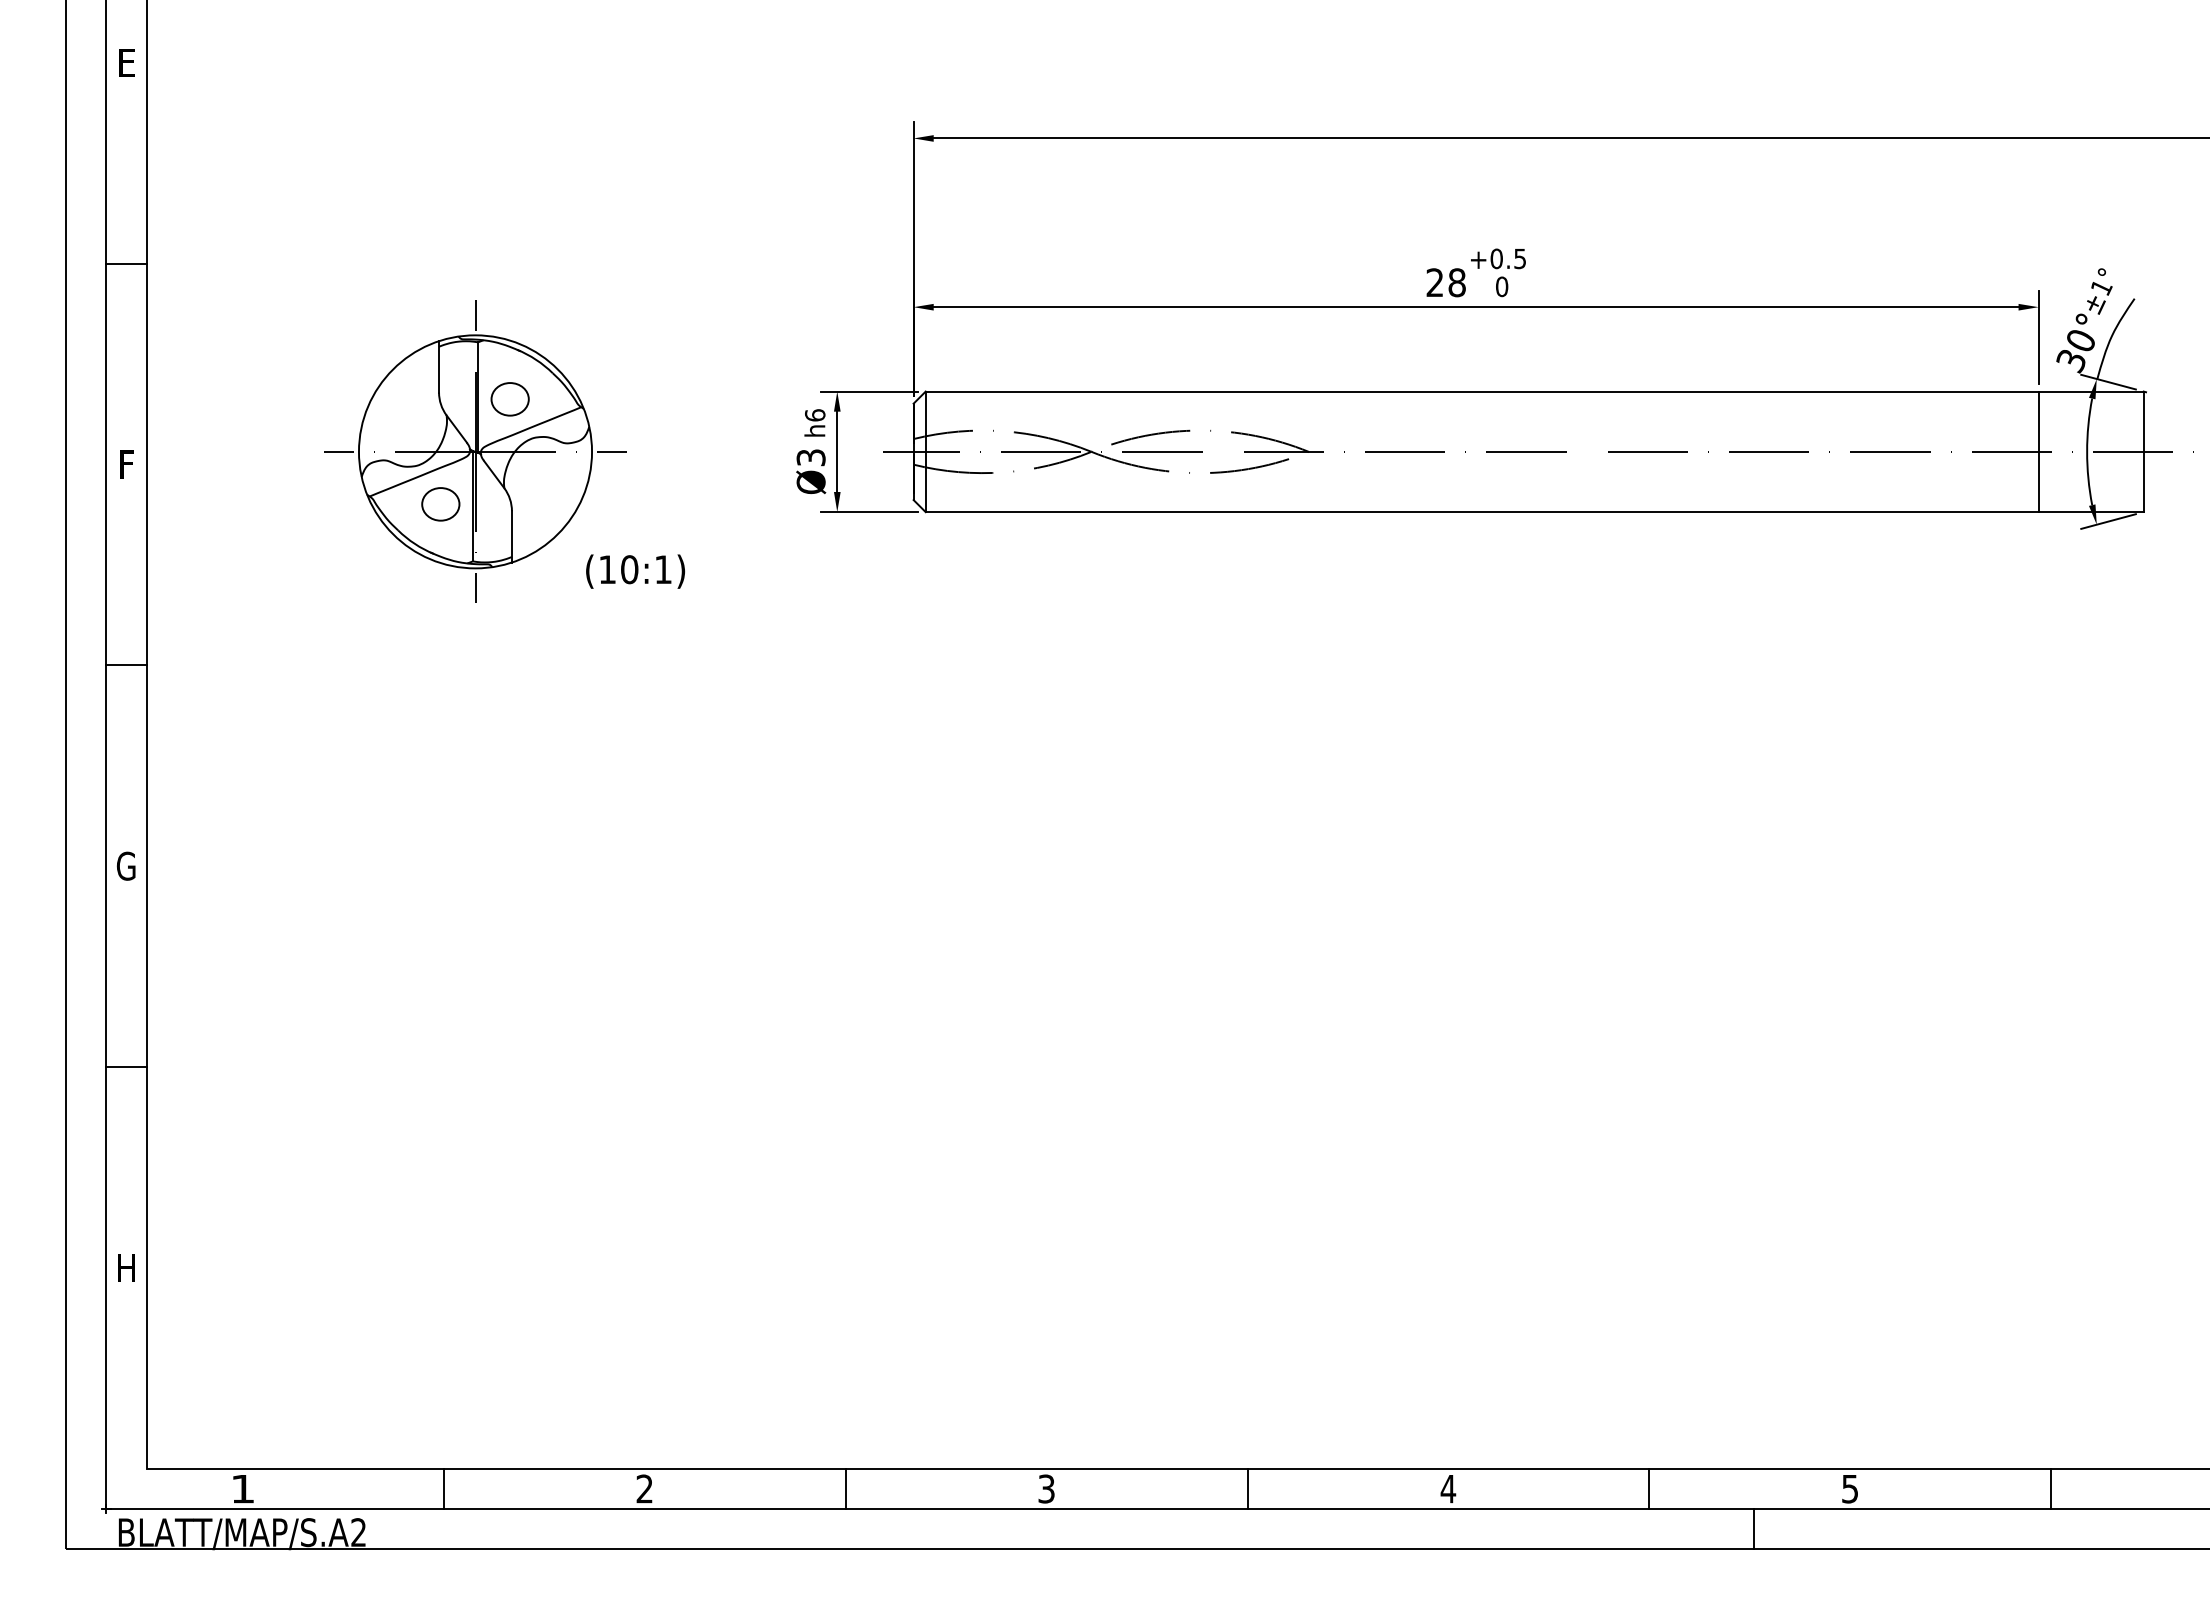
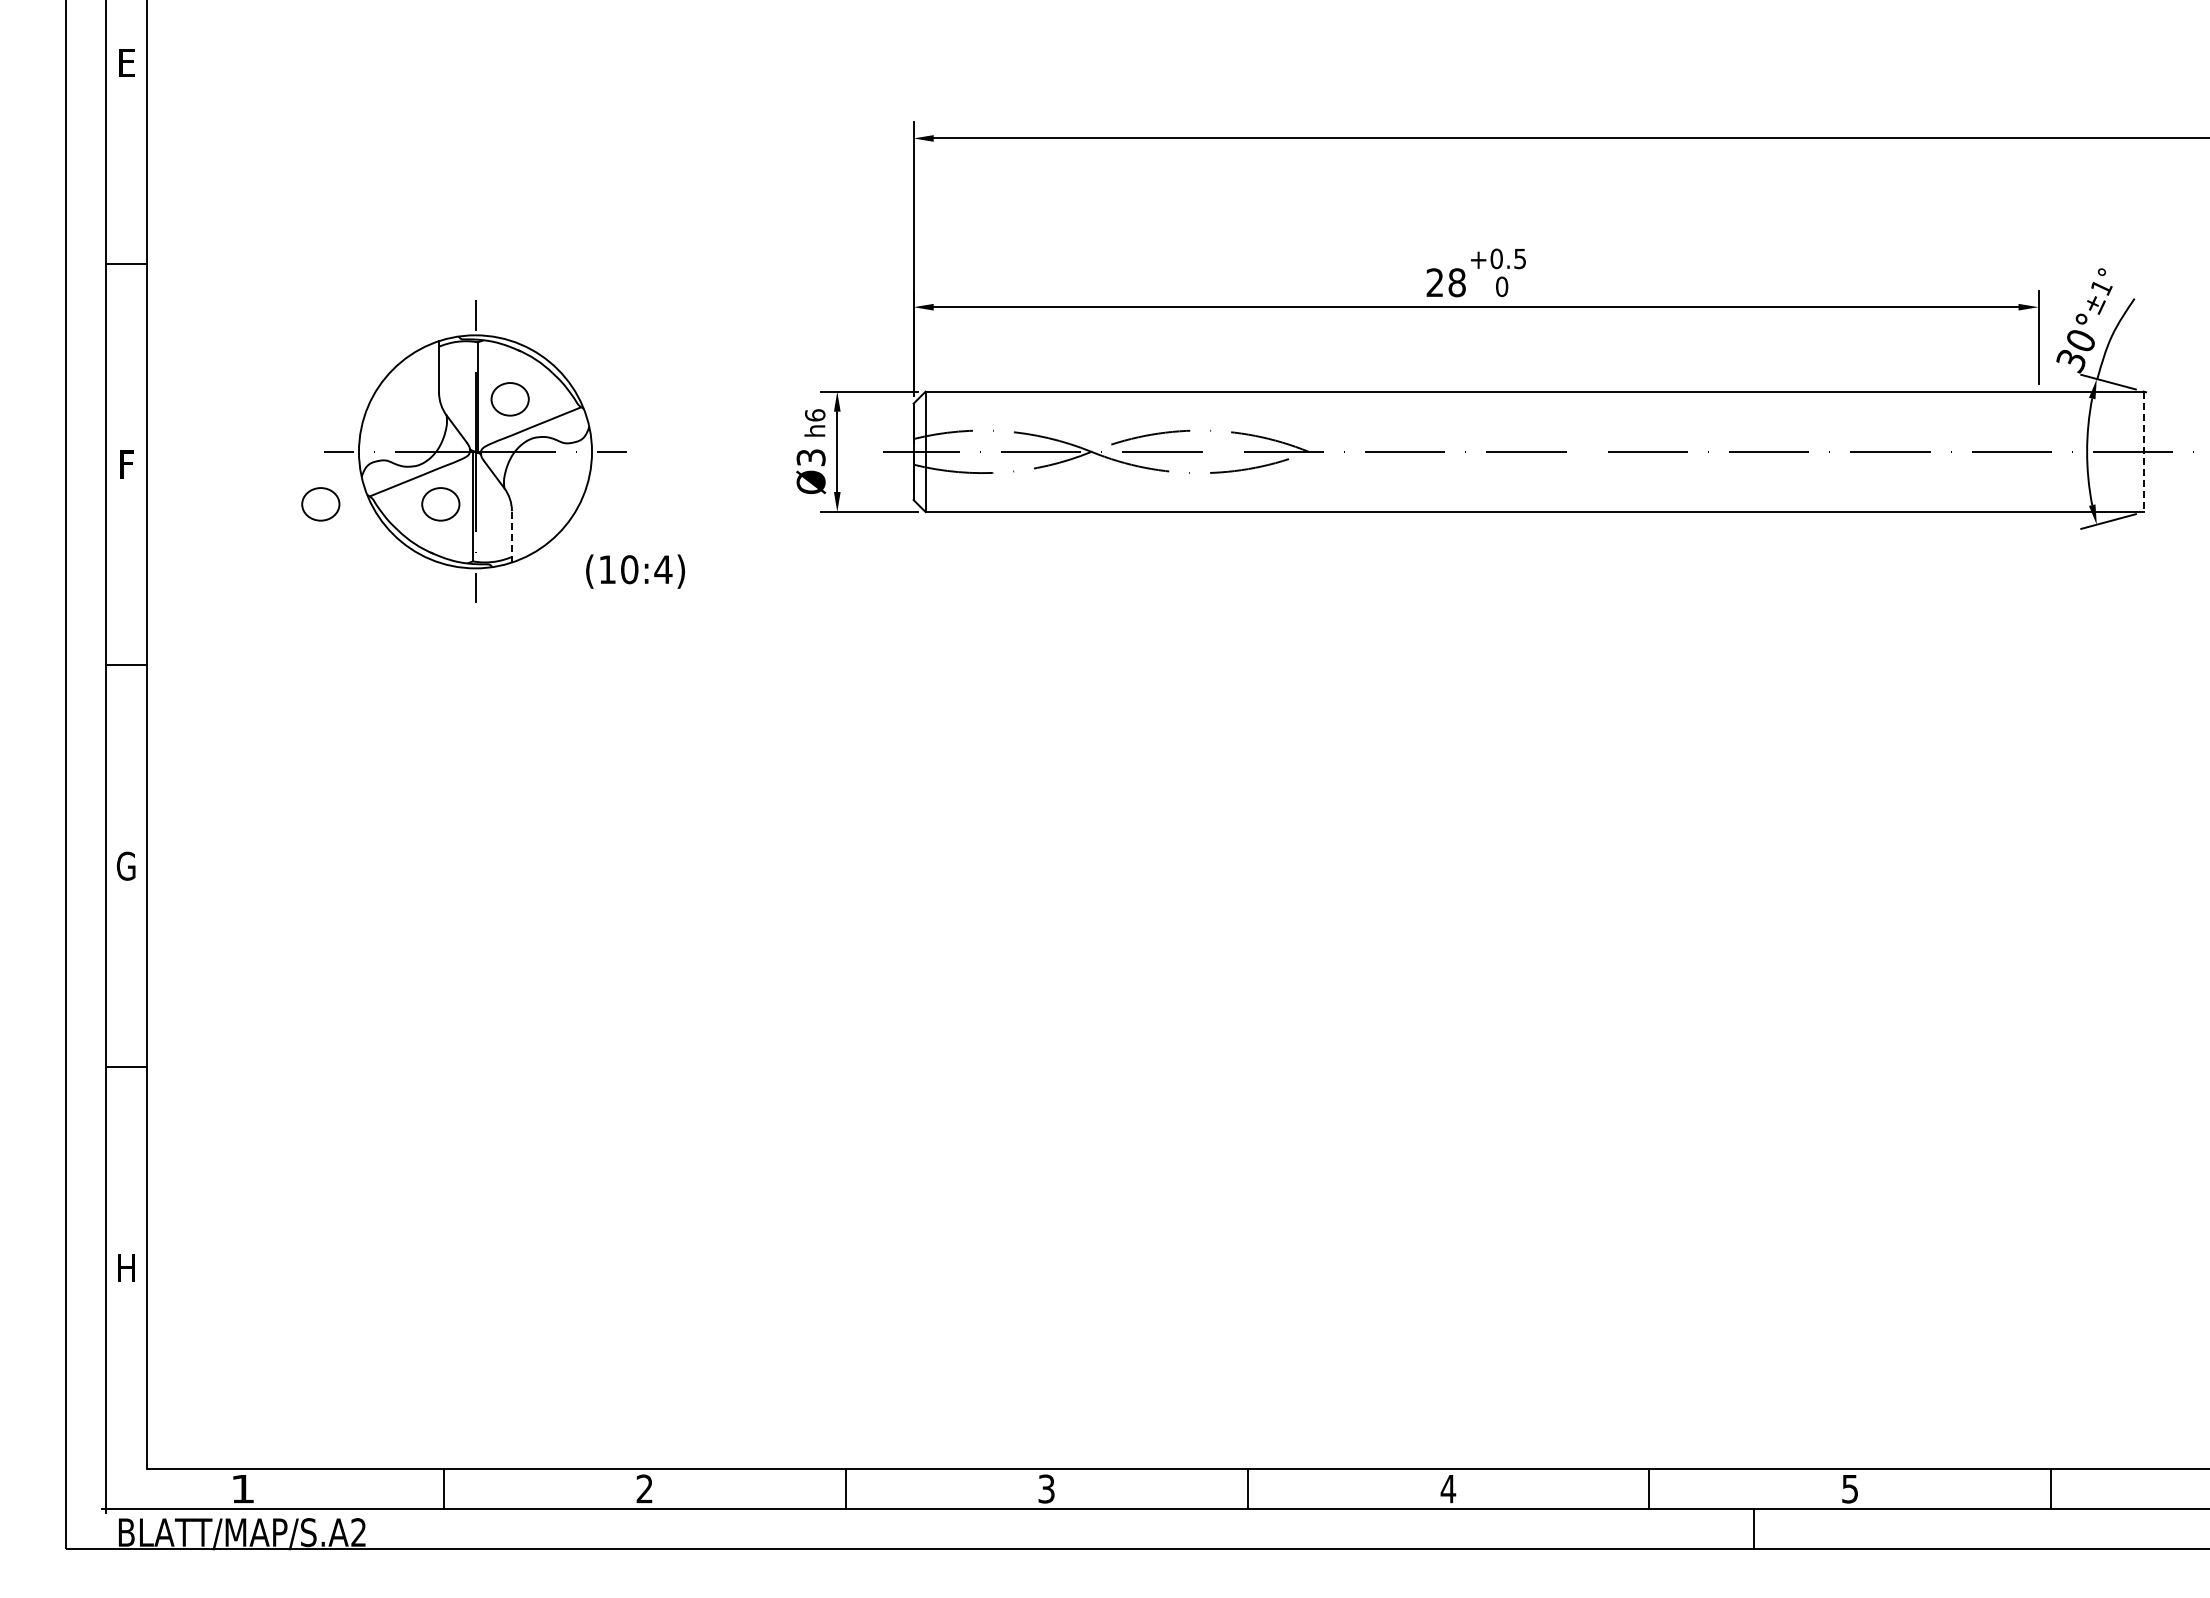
line at (2038, 451): present -> none
line at (2143, 452): solid -> dashed
part at (320, 504): none -> present
line at (511, 536): solid -> dashed
text at (663, 569): (10:1) -> (10:4)
